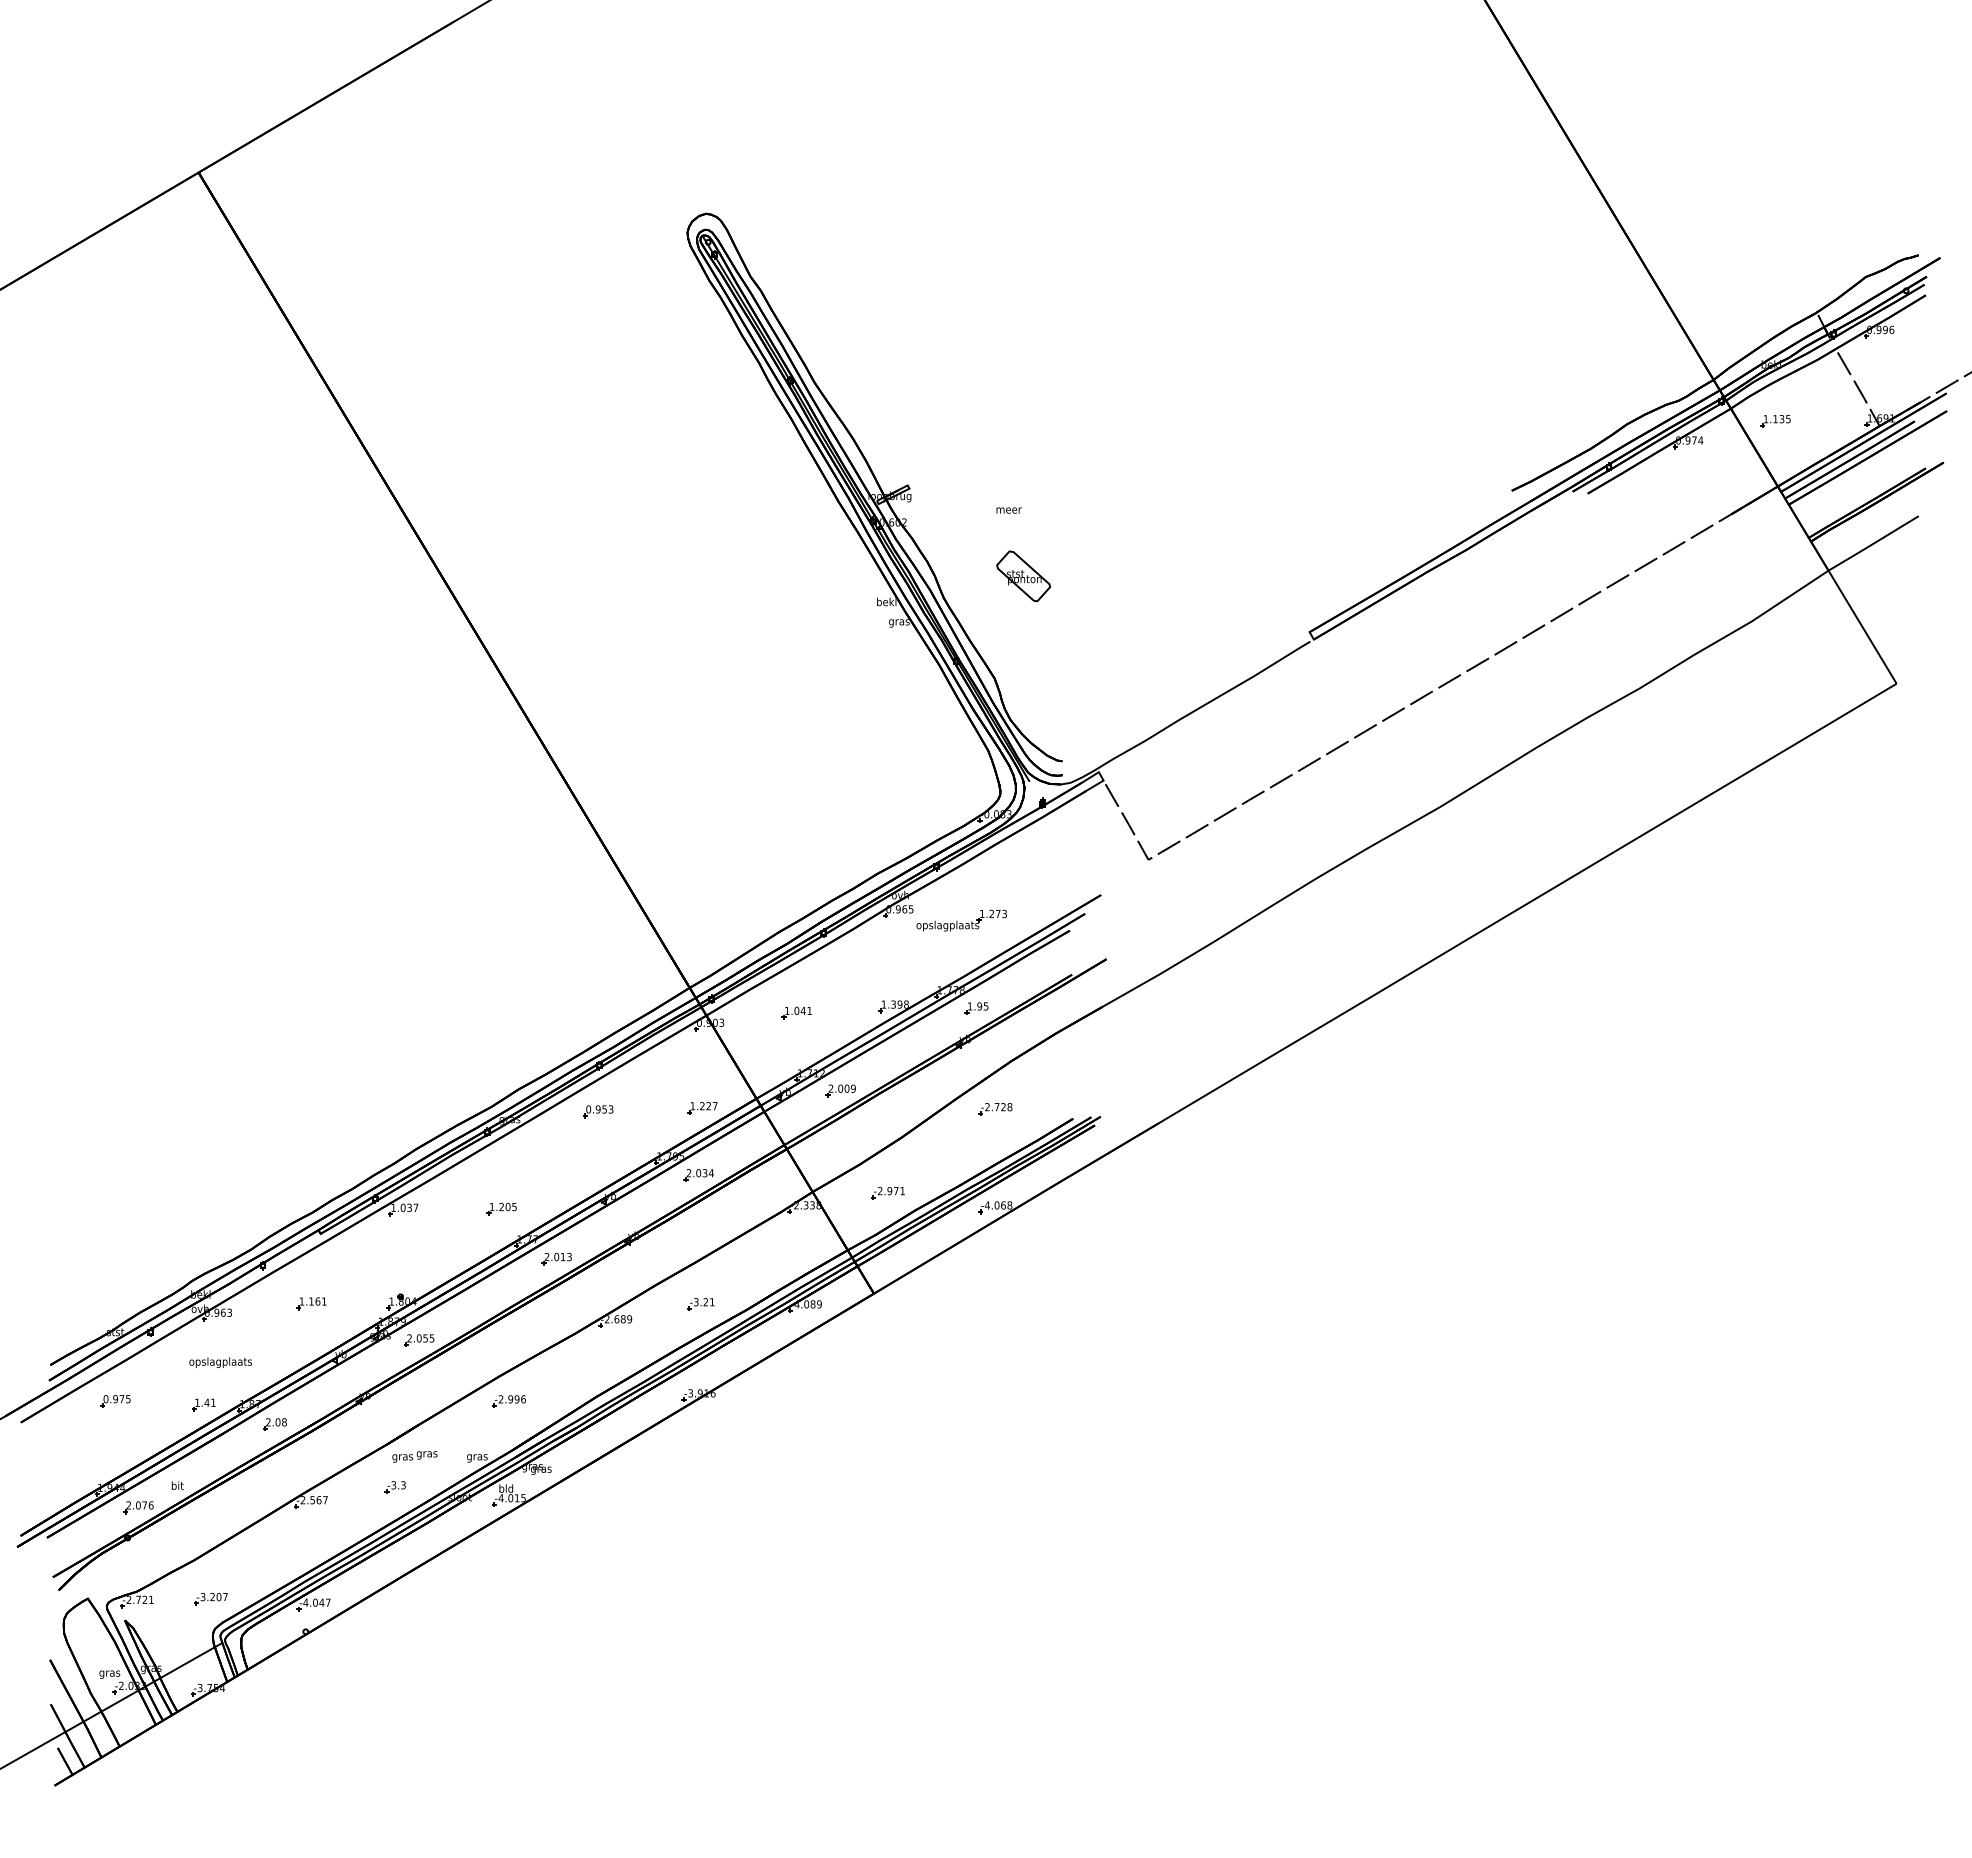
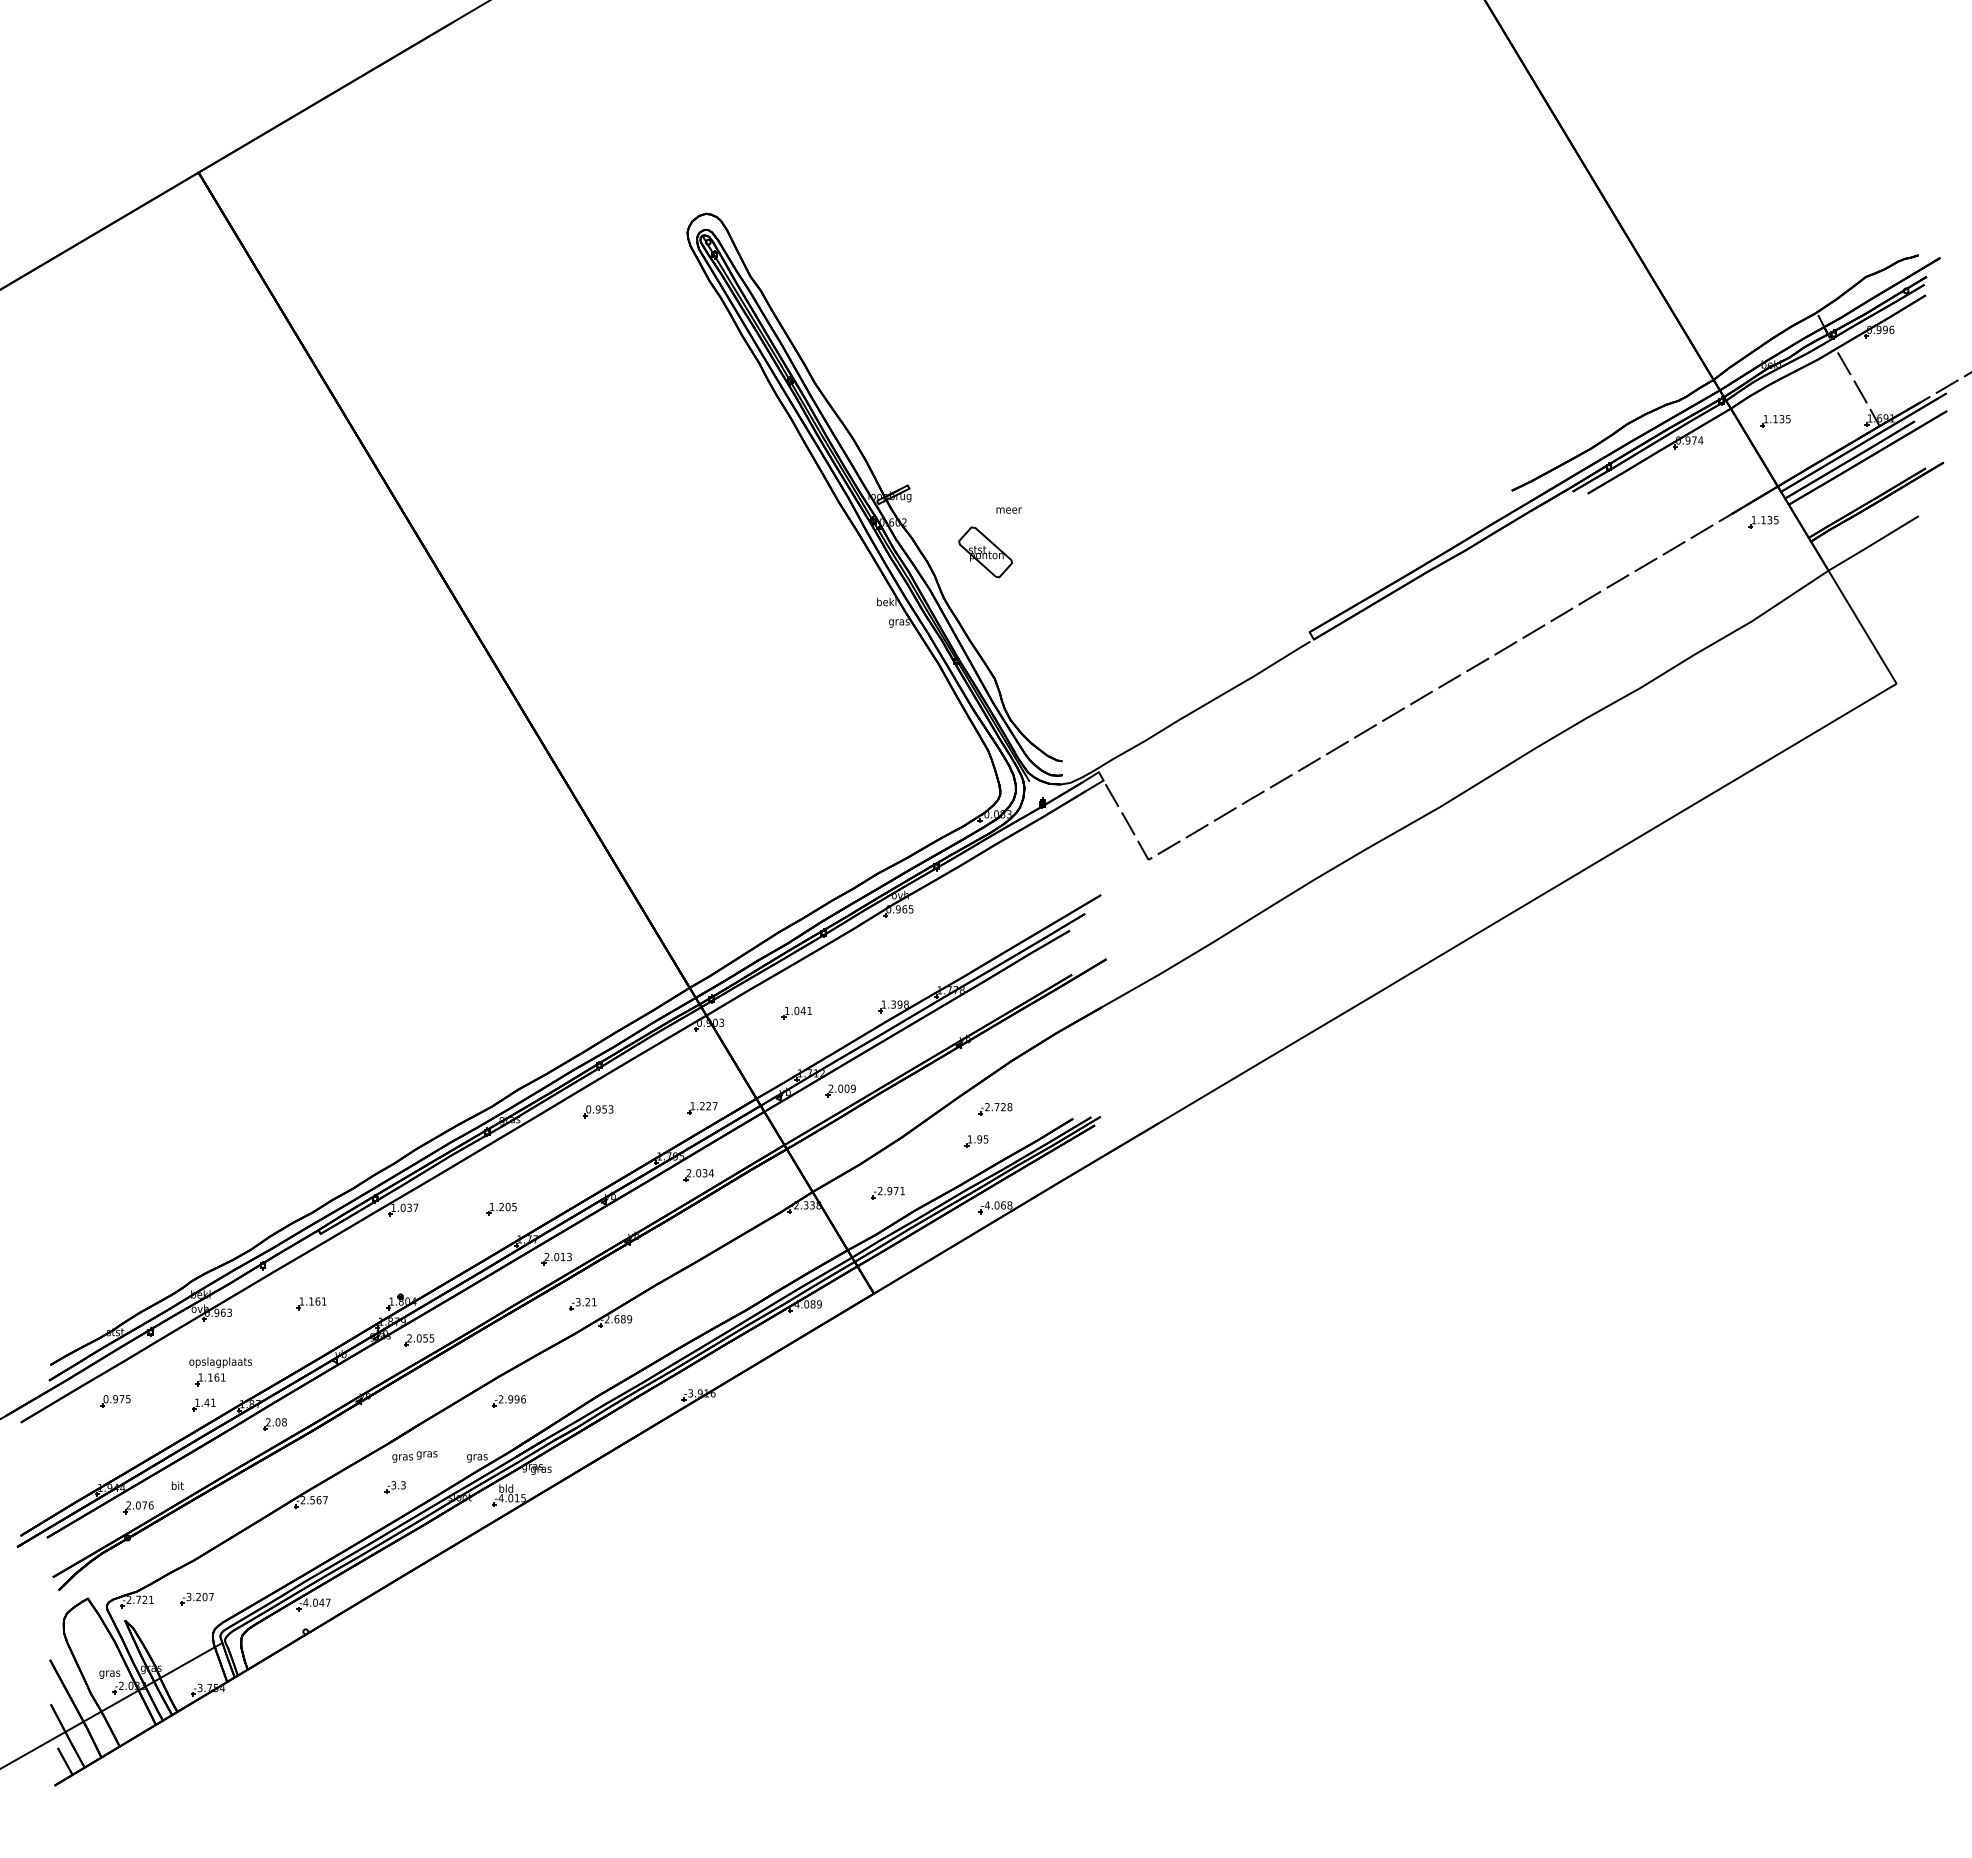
part at (1763, 522): none -> present
part at (1023, 576) position: (1023, 576) -> (985, 552)
part at (961, 920): present -> none
part at (976, 1008) position: (976, 1008) -> (976, 1141)
part at (700, 1304) position: (700, 1304) -> (582, 1304)
part at (210, 1379): none -> present
part at (210, 1598) position: (210, 1598) -> (196, 1598)
